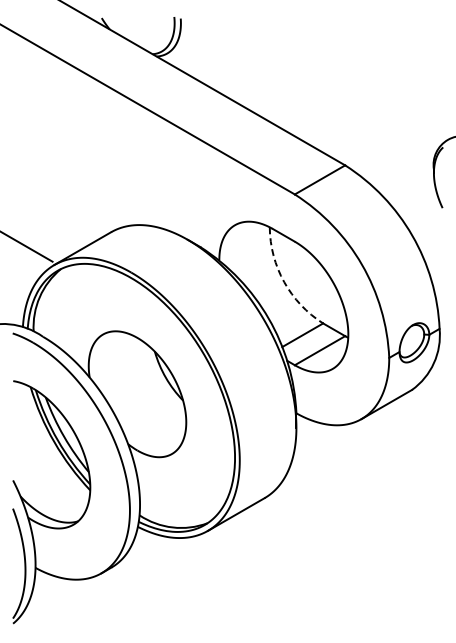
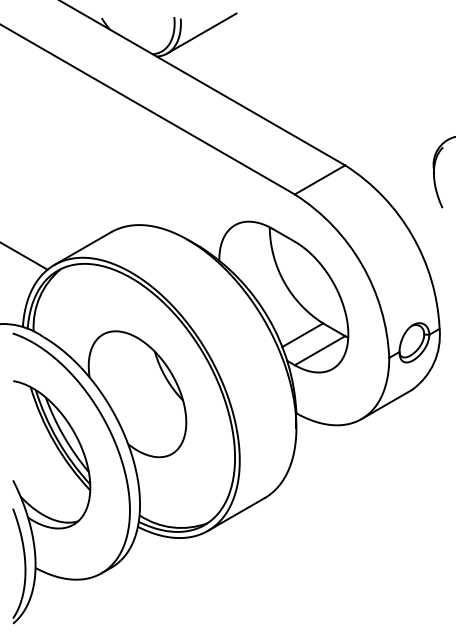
line at (201, 33): none -> present
line at (27, 246) position: (27, 246) -> (24, 256)
arc at (284, 282): dashed -> solid
